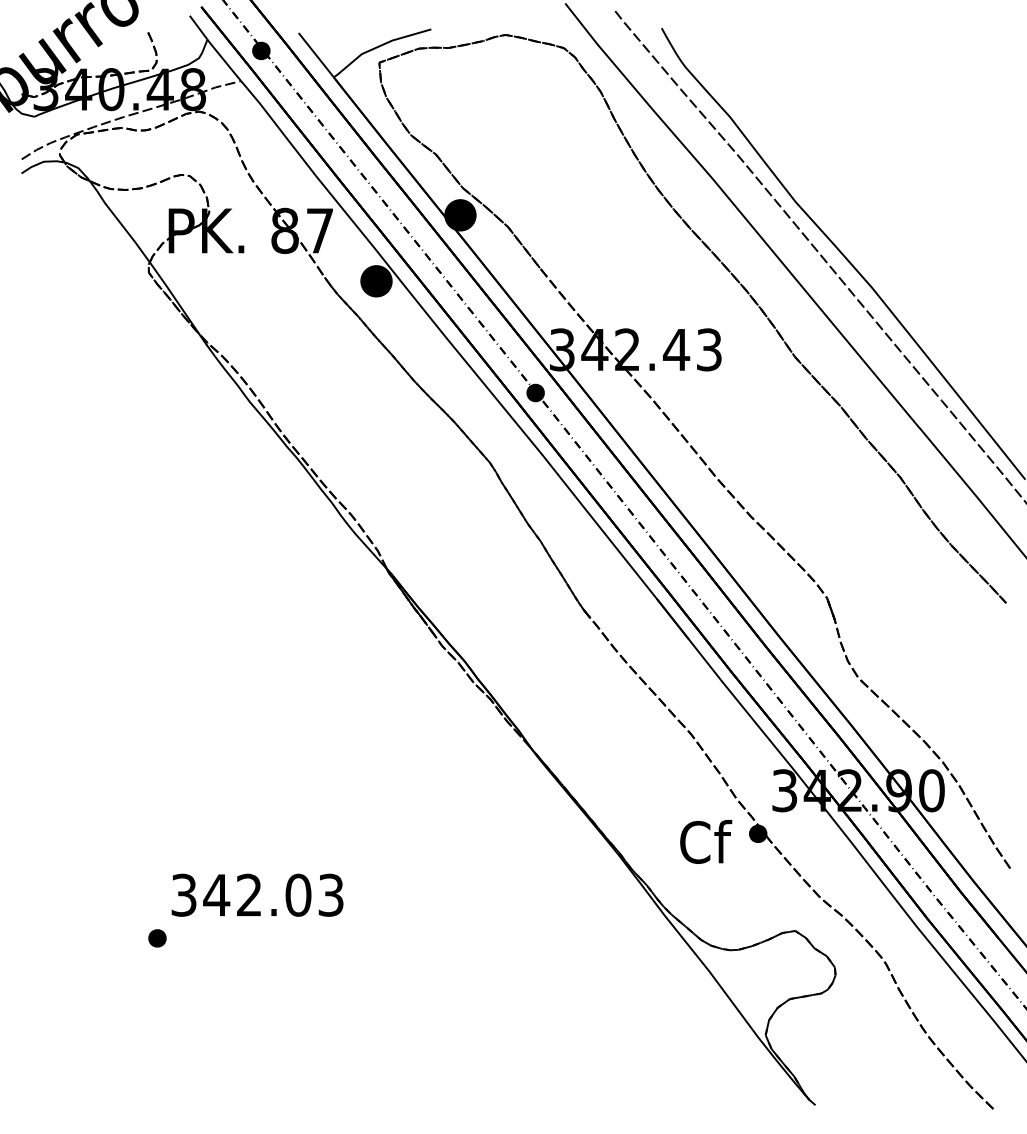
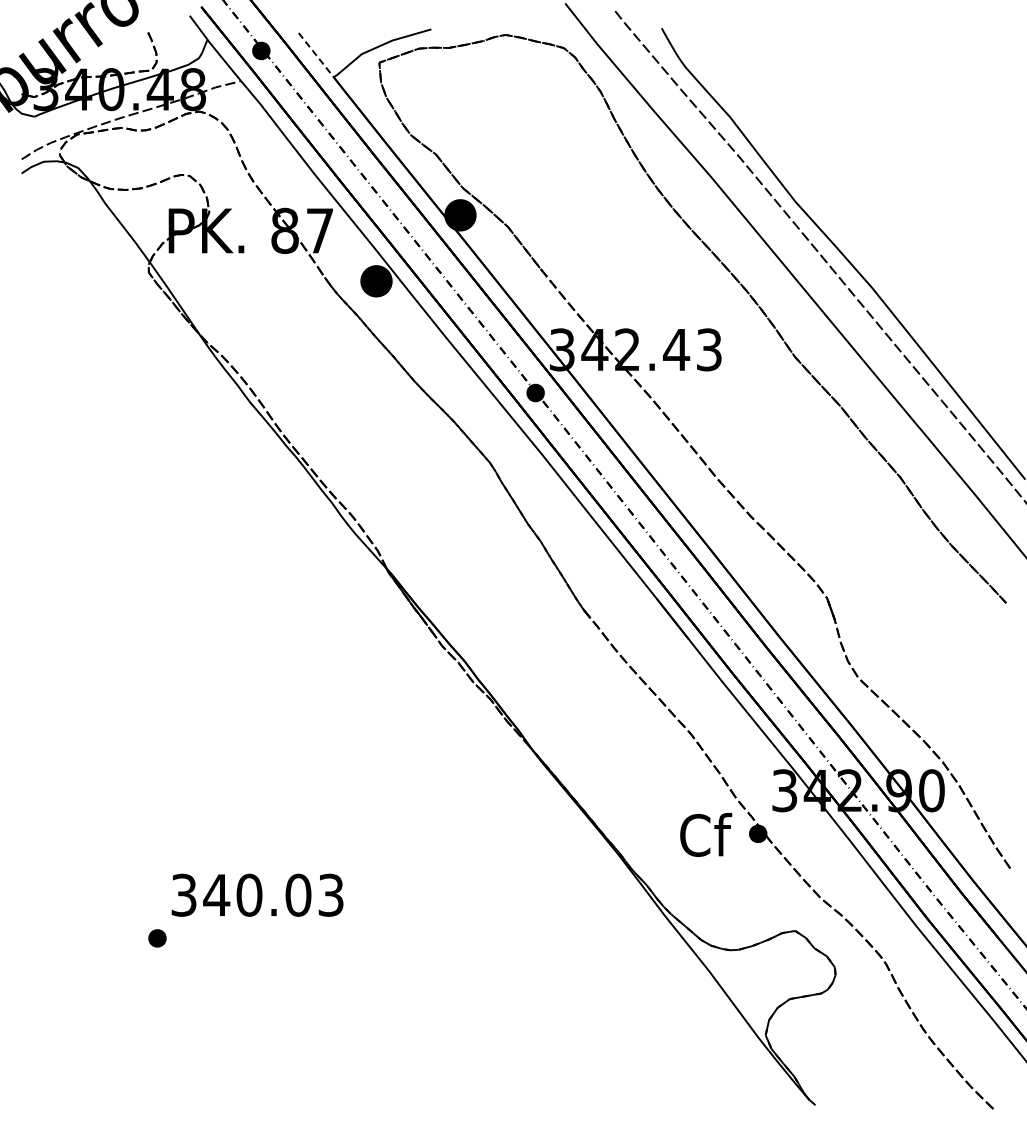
line at (316, 55): solid -> dashed
text at (706, 841) position: (706, 841) -> (706, 834)
text at (249, 894): 342.03 -> 340.03
